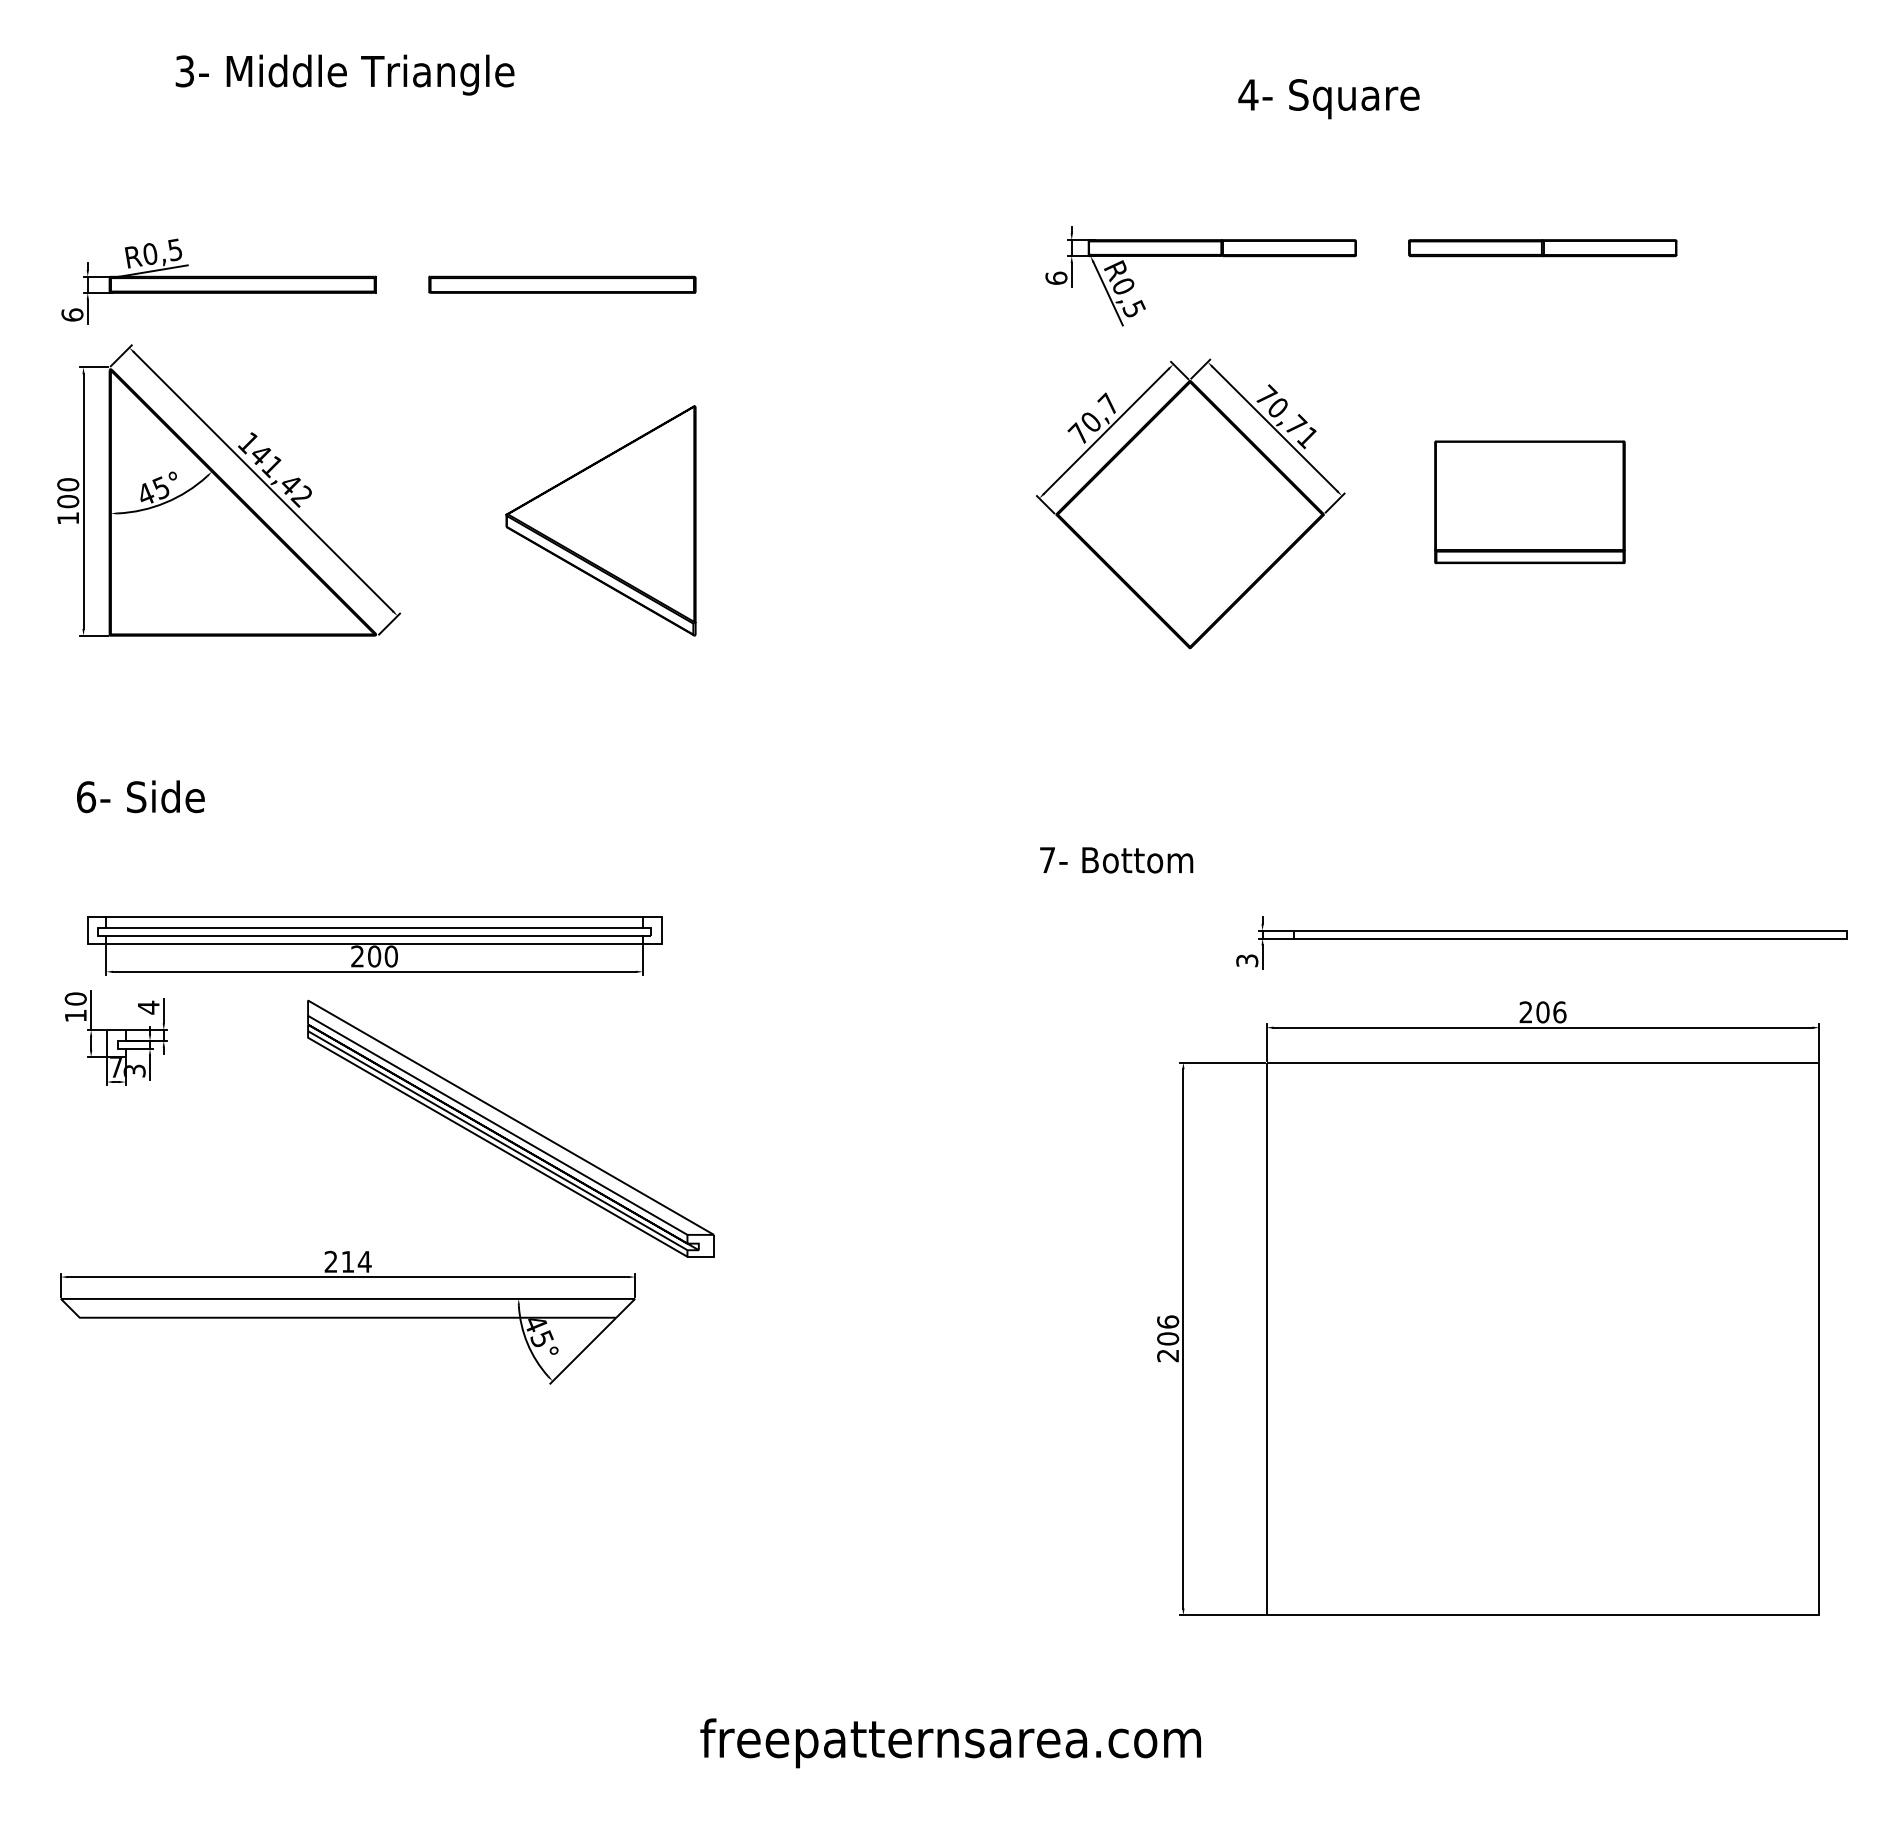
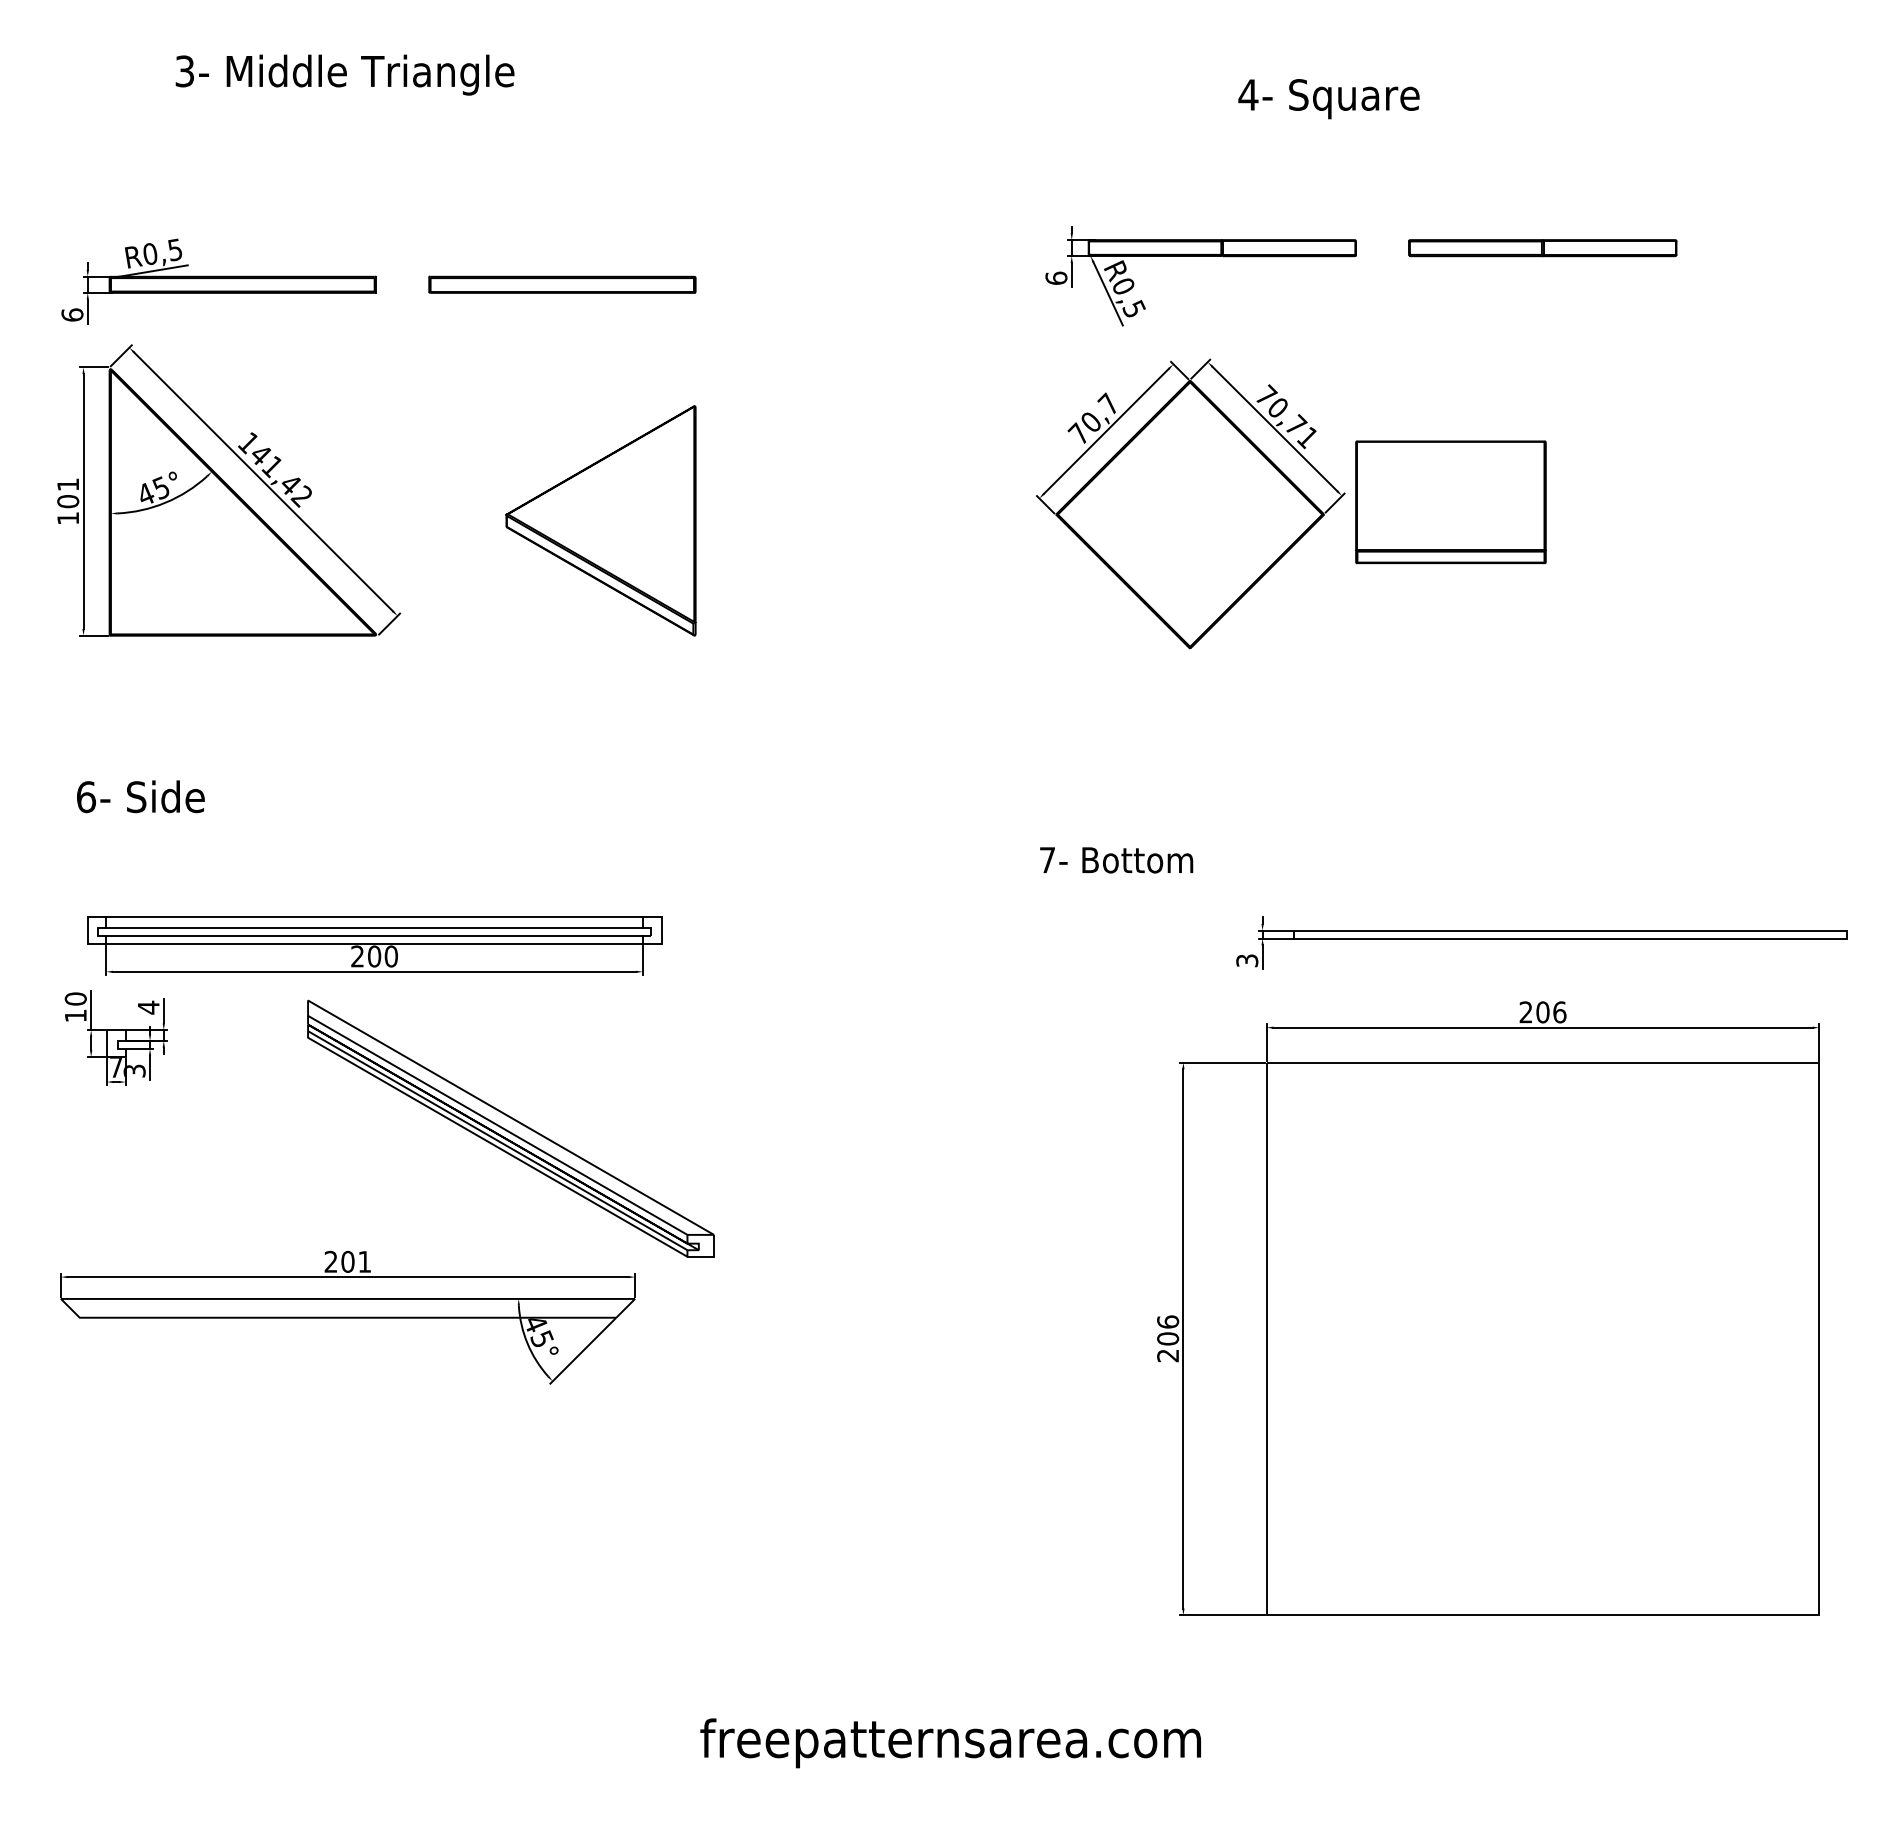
text at (68, 484): 100 -> 101
part at (1529, 502) position: (1529, 502) -> (1450, 502)
text at (356, 1261): 214 -> 201
